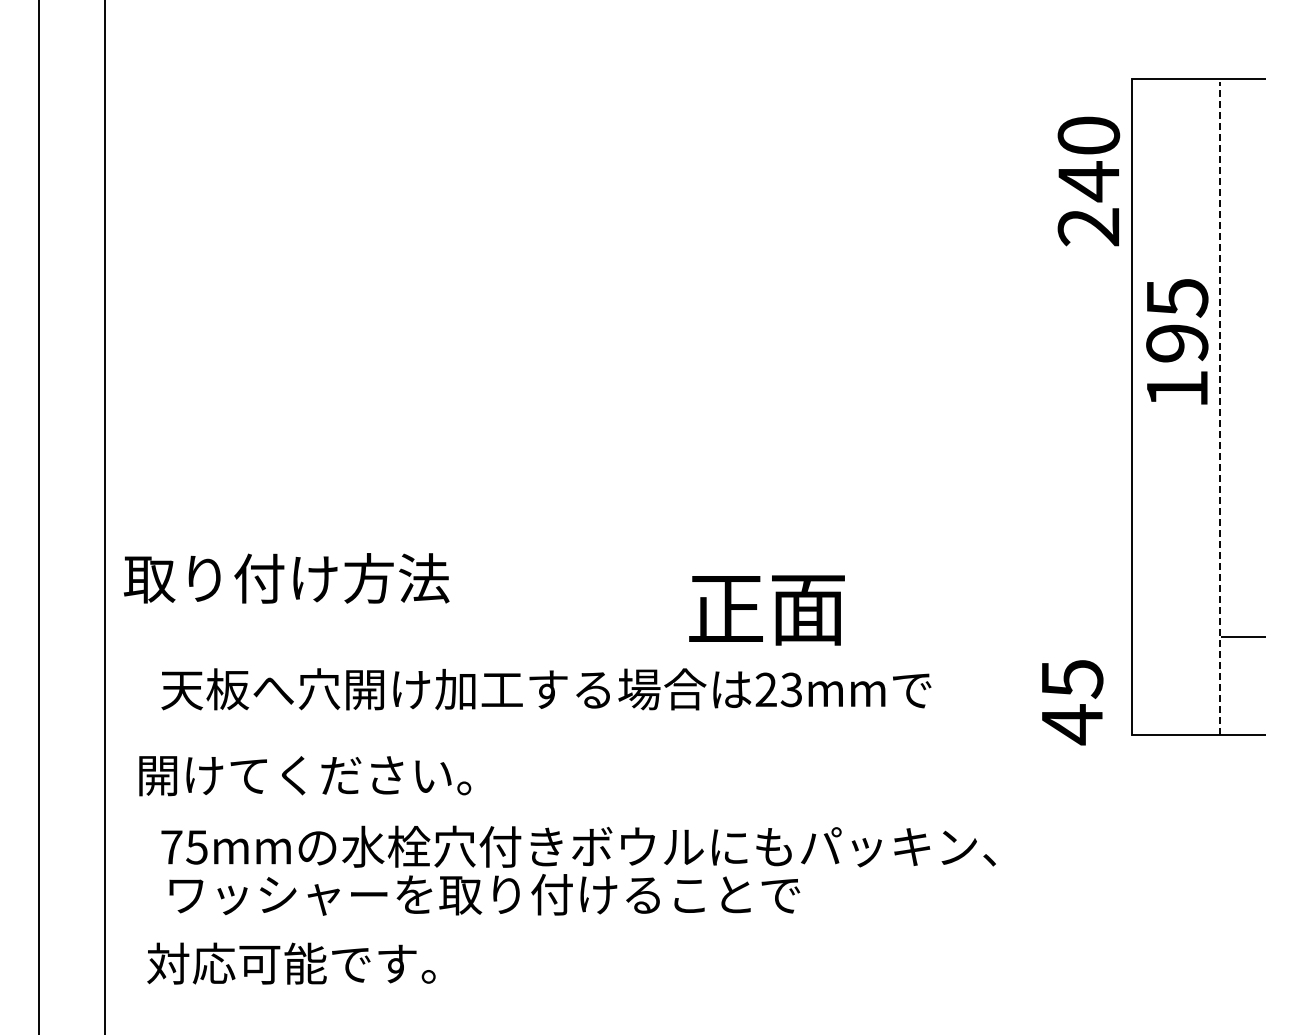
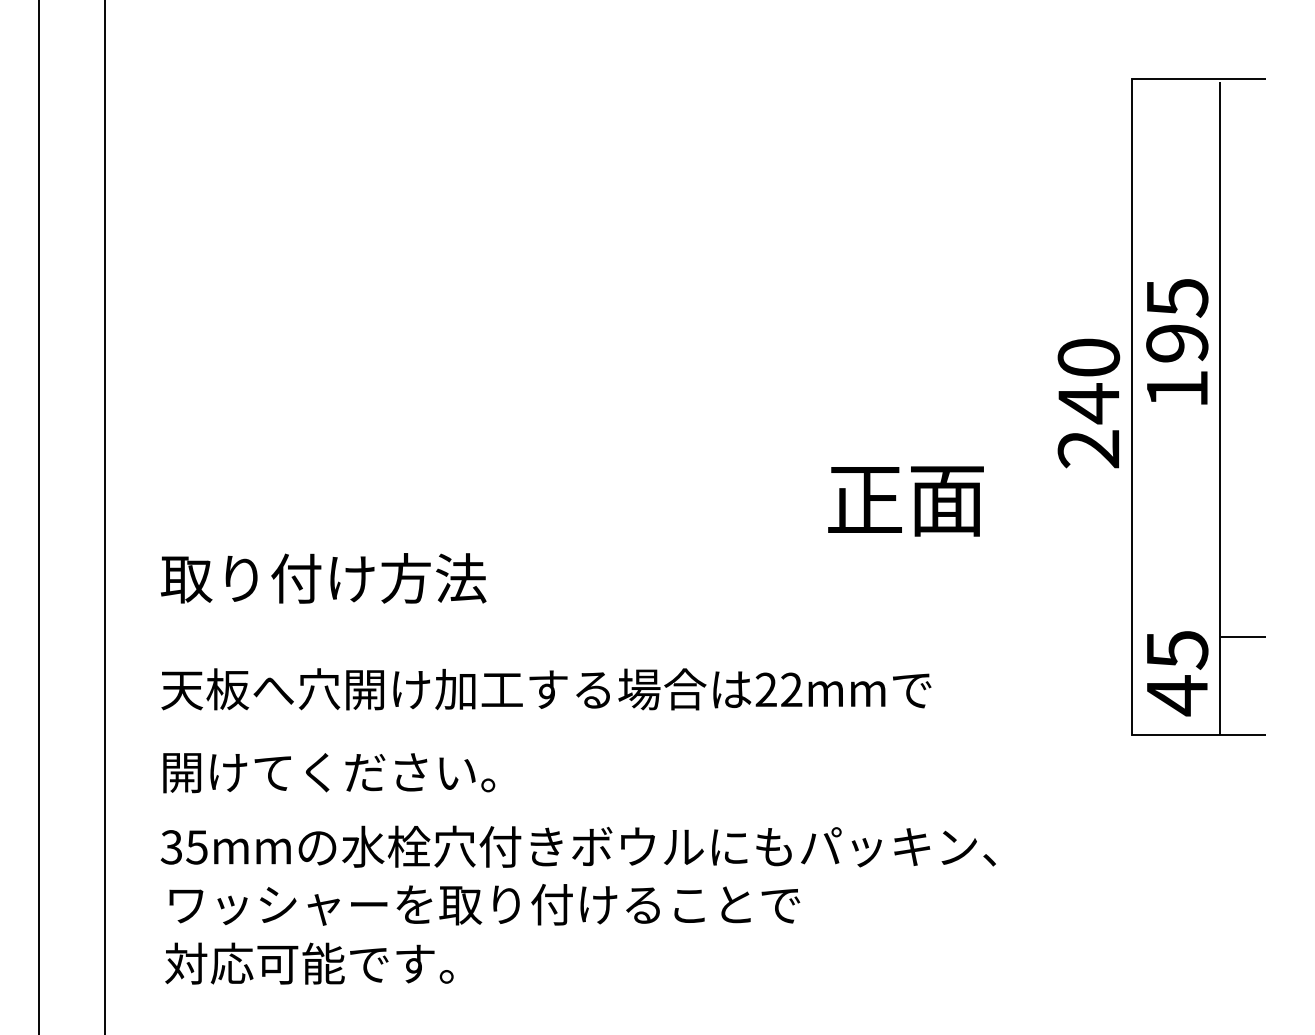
text at (1088, 181) position: (1088, 181) -> (1088, 403)
line at (1219, 408): dashed -> solid
text at (286, 578) position: (286, 578) -> (323, 578)
text at (766, 610) position: (766, 610) -> (905, 501)
text at (791, 690): 23mm -> 22mm
text at (1072, 702) position: (1072, 702) -> (1177, 673)
text at (305, 776) position: (305, 776) -> (329, 773)
text at (171, 847): 75mm -> 35mm
text at (484, 894) position: (484, 894) -> (484, 904)
text at (291, 963) position: (291, 963) -> (309, 963)
